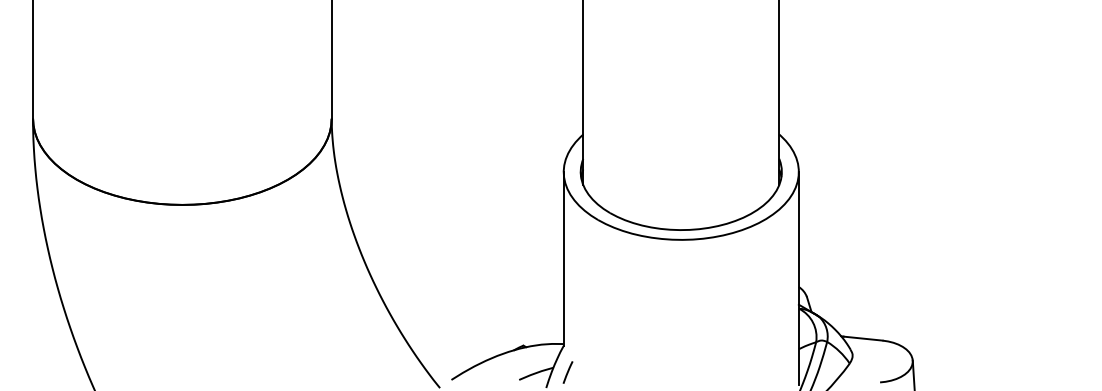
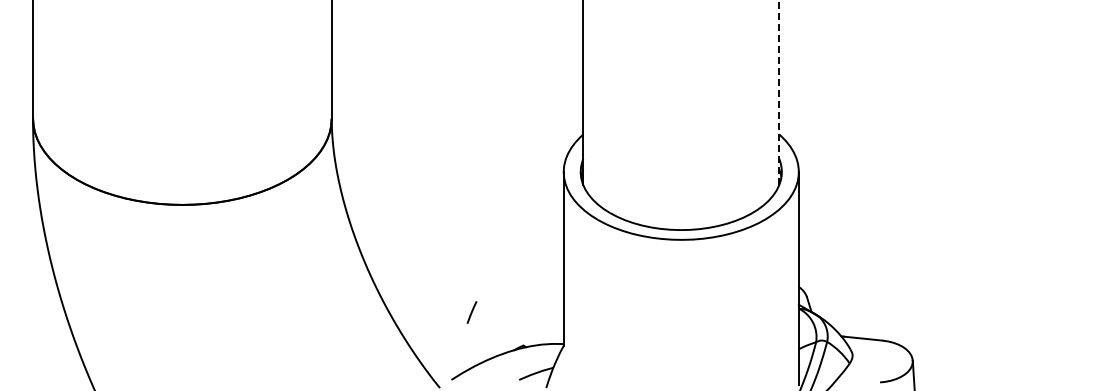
line at (779, 92): solid -> dashed
line at (567, 372) position: (567, 372) -> (471, 312)
